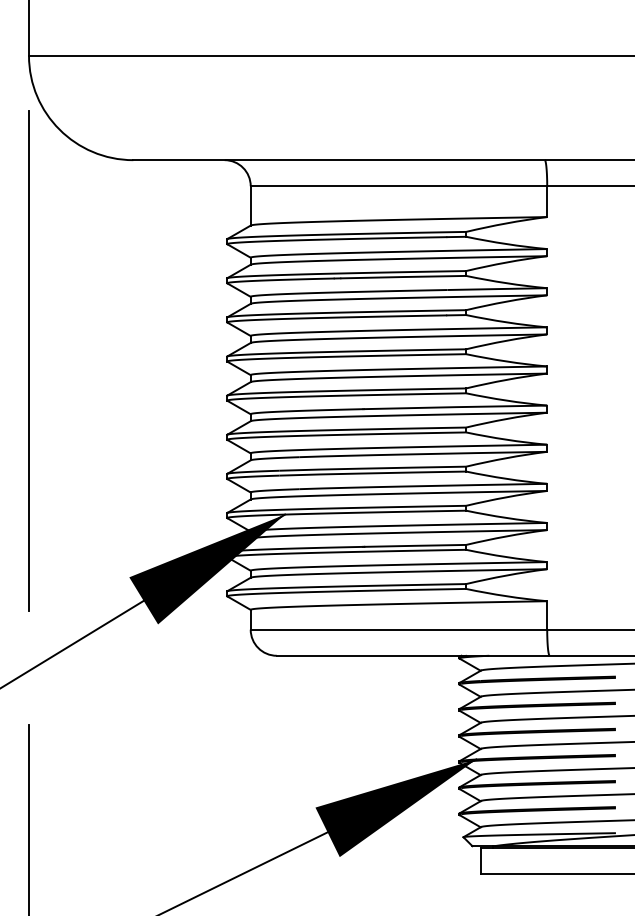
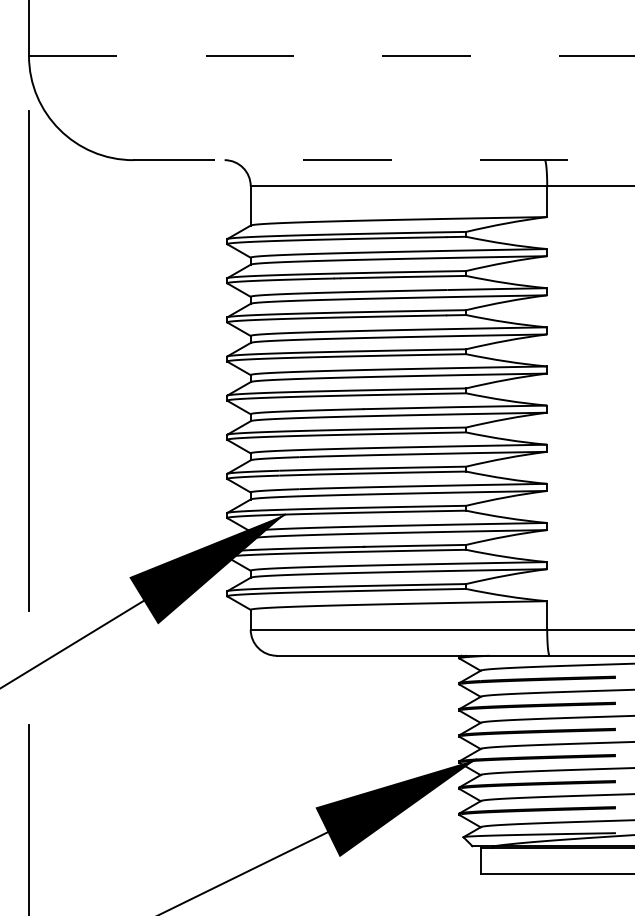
line at (331, 55): solid -> dashed
line at (384, 160): solid -> dashed
